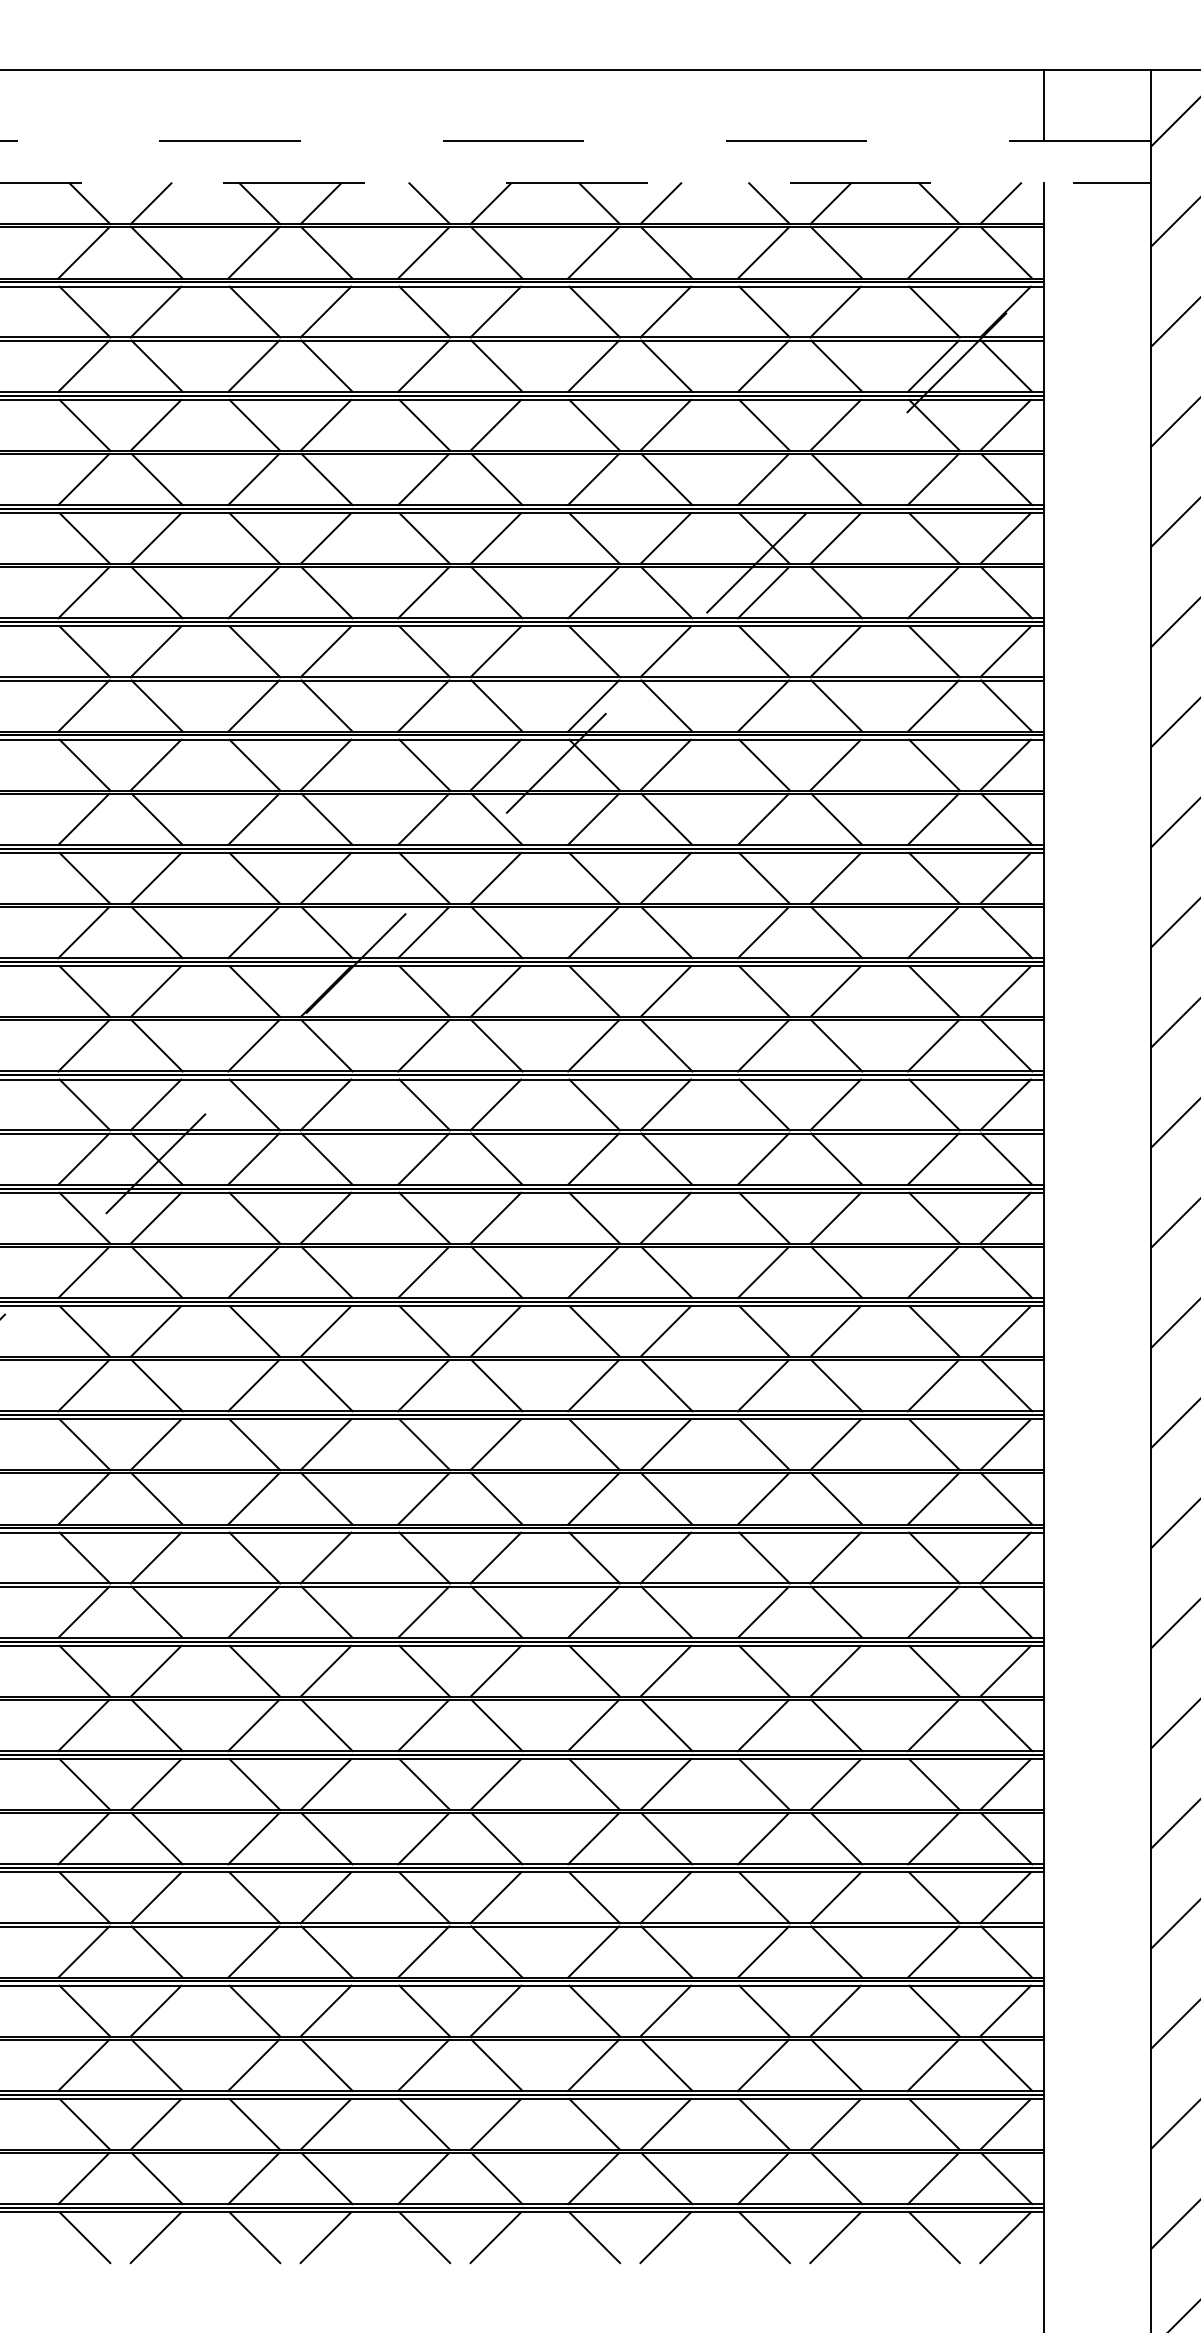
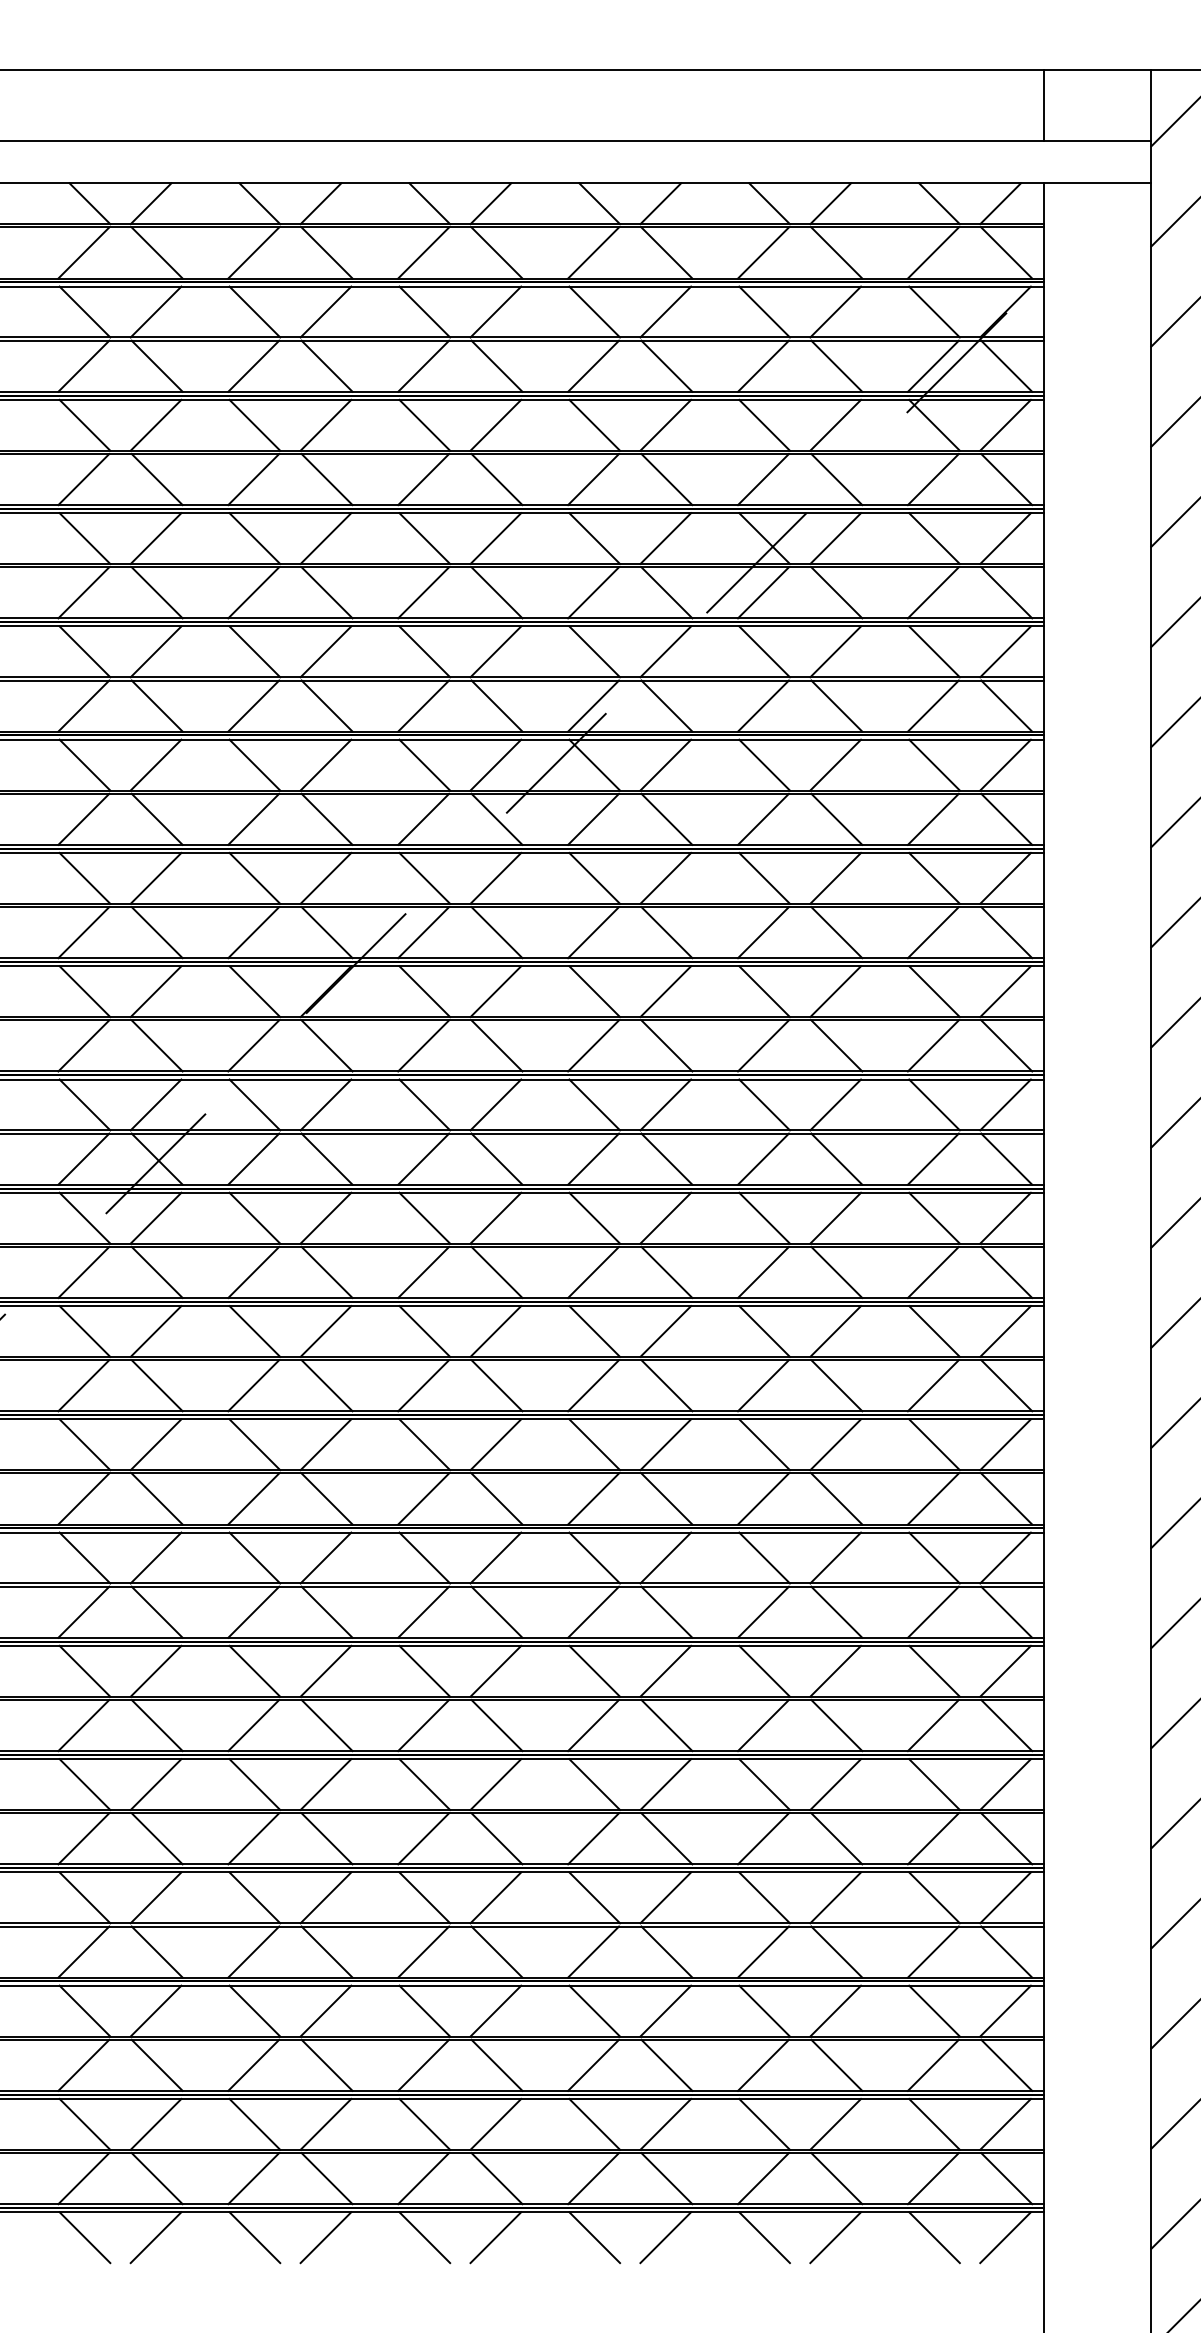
line at (574, 140): dashed -> solid
line at (575, 183): dashed -> solid
